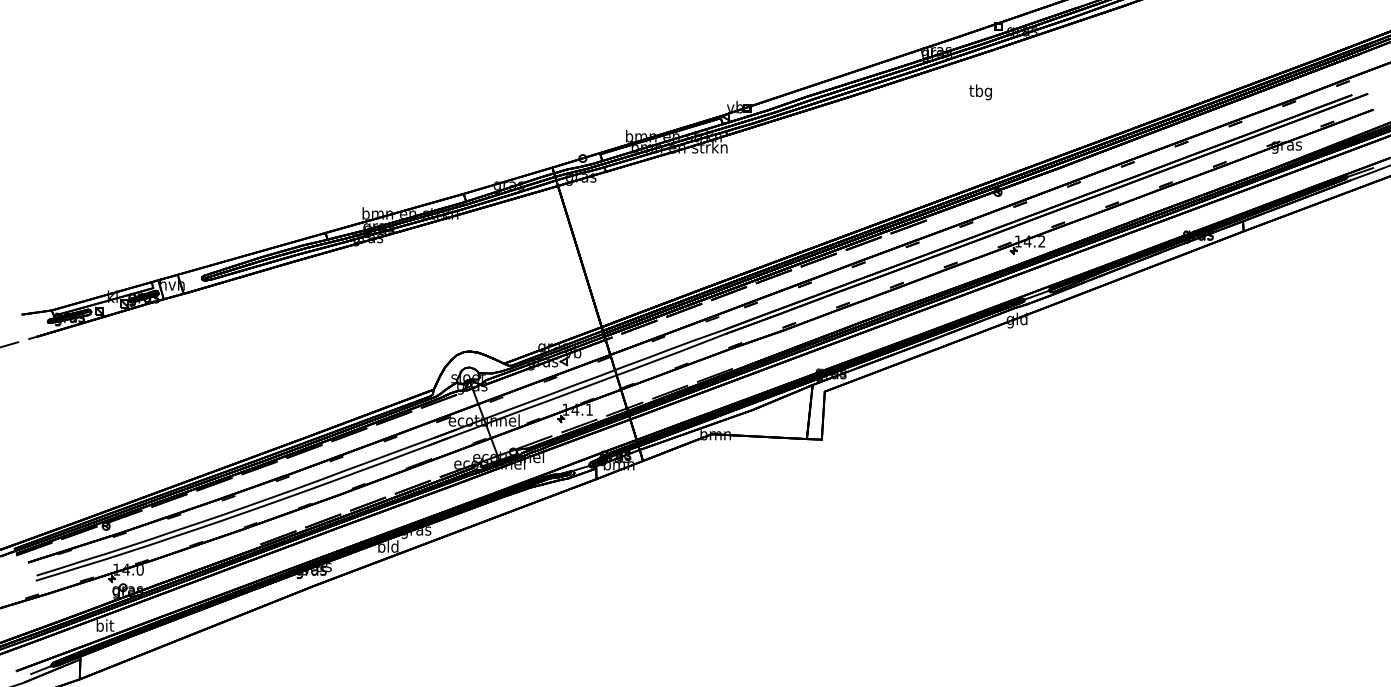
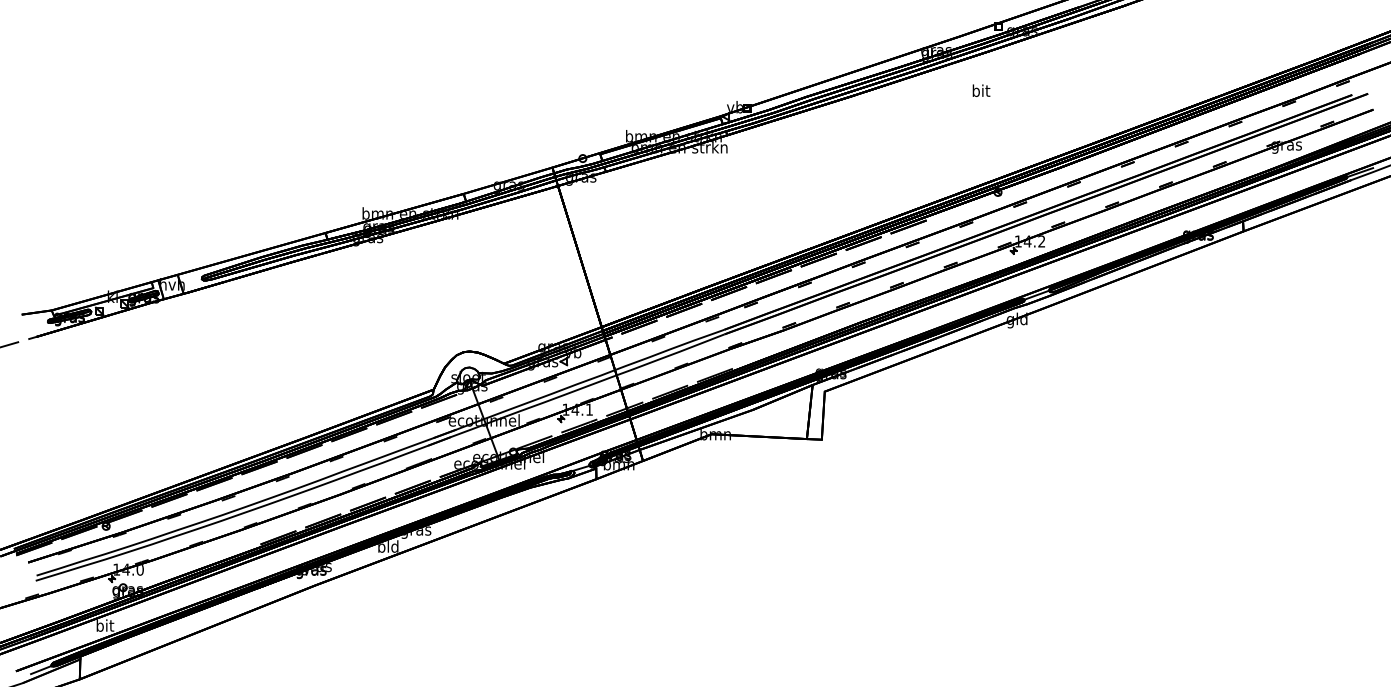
text at (980, 92): tbg -> bit
